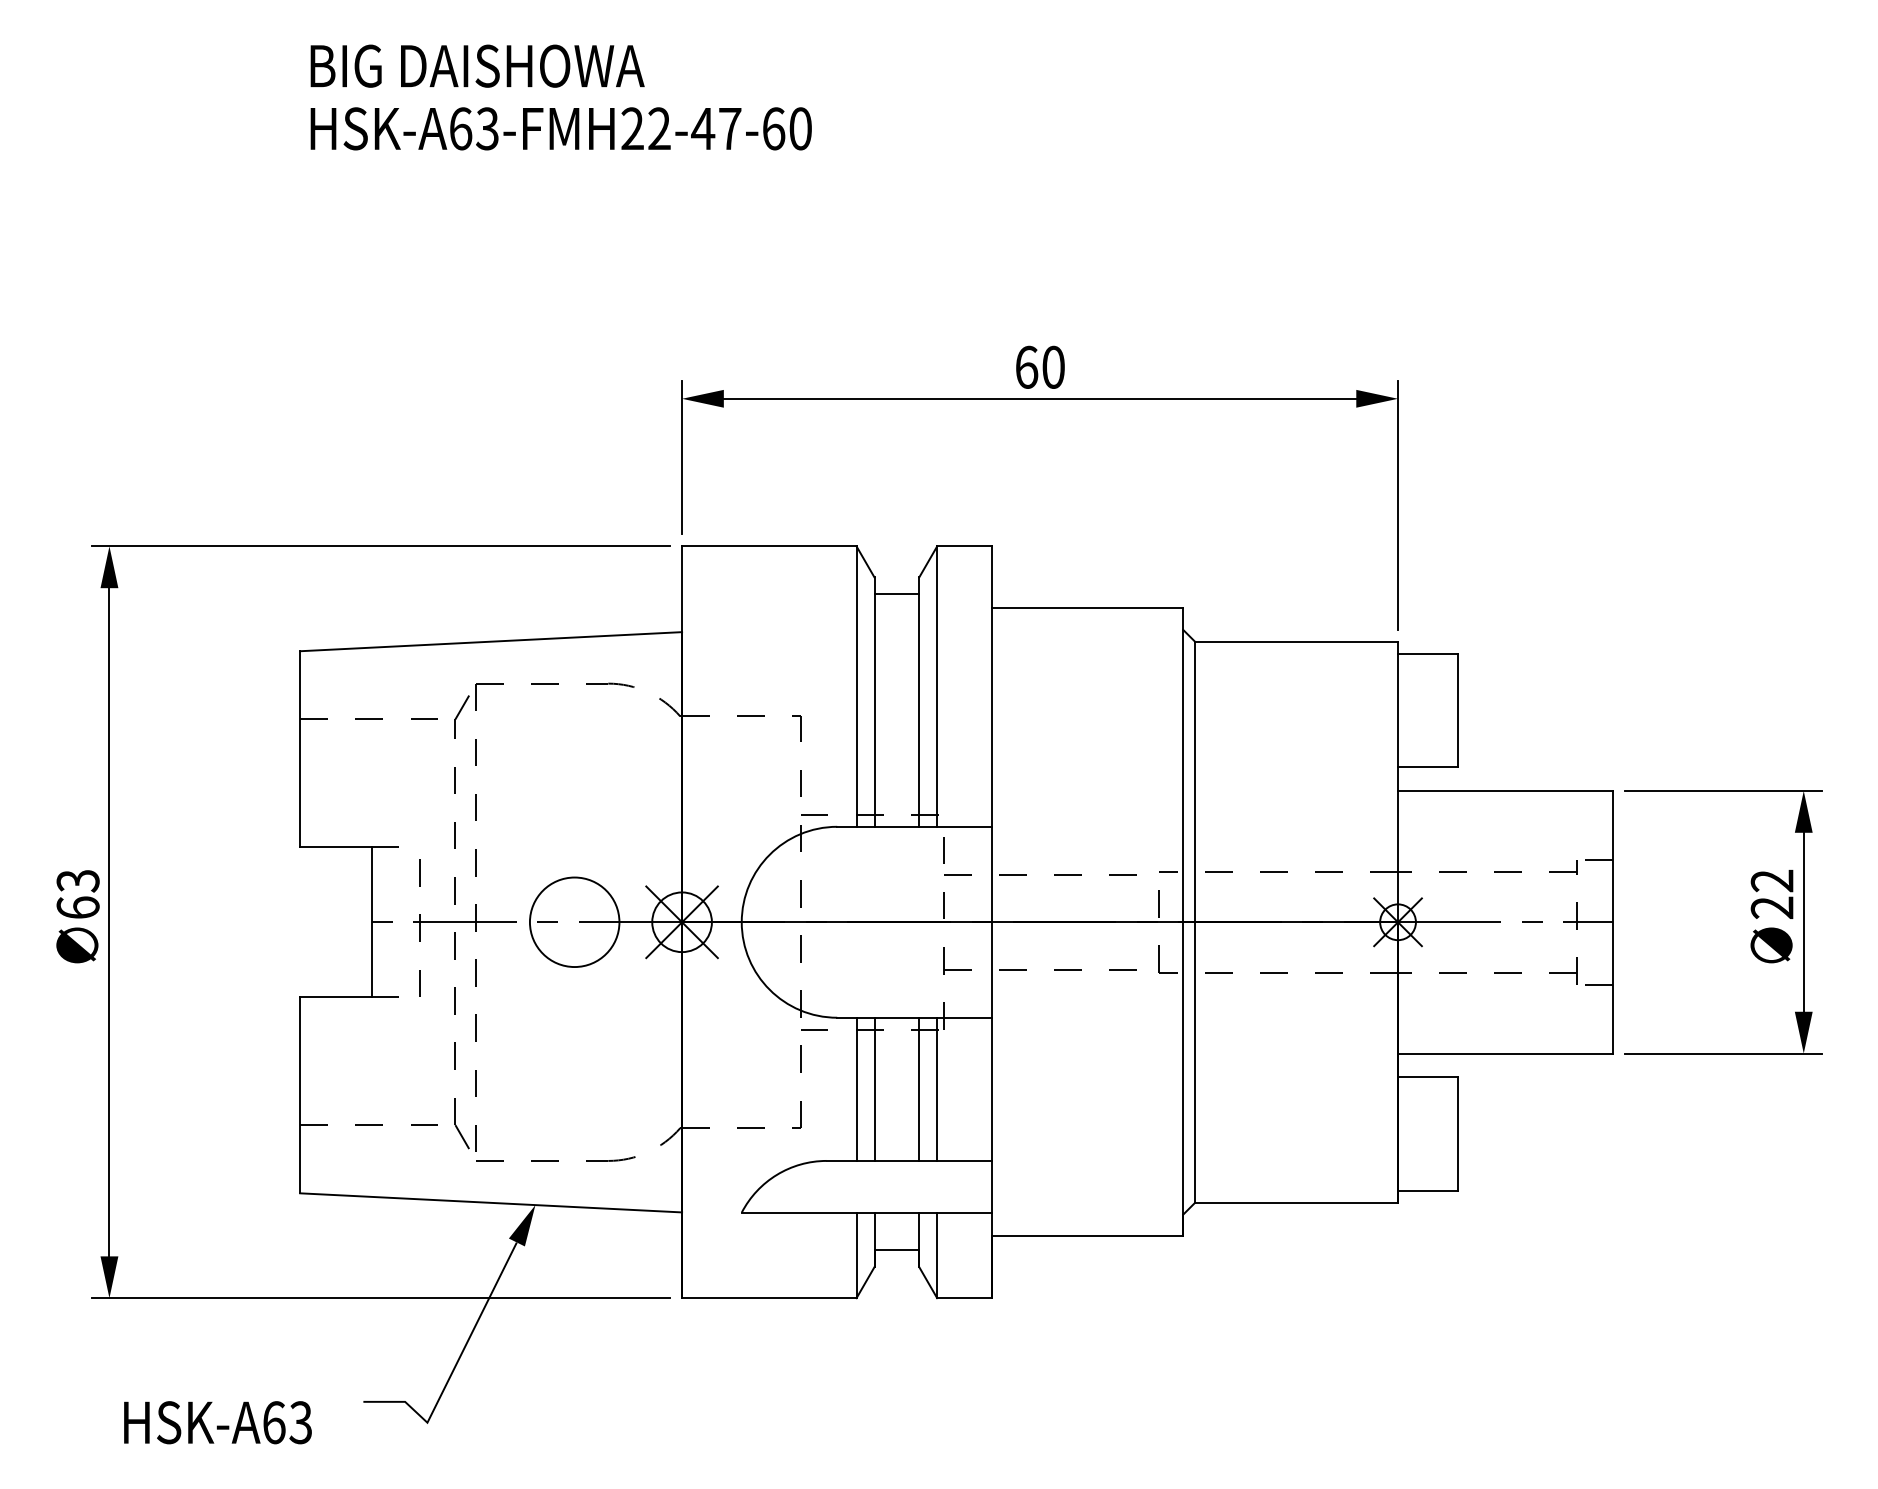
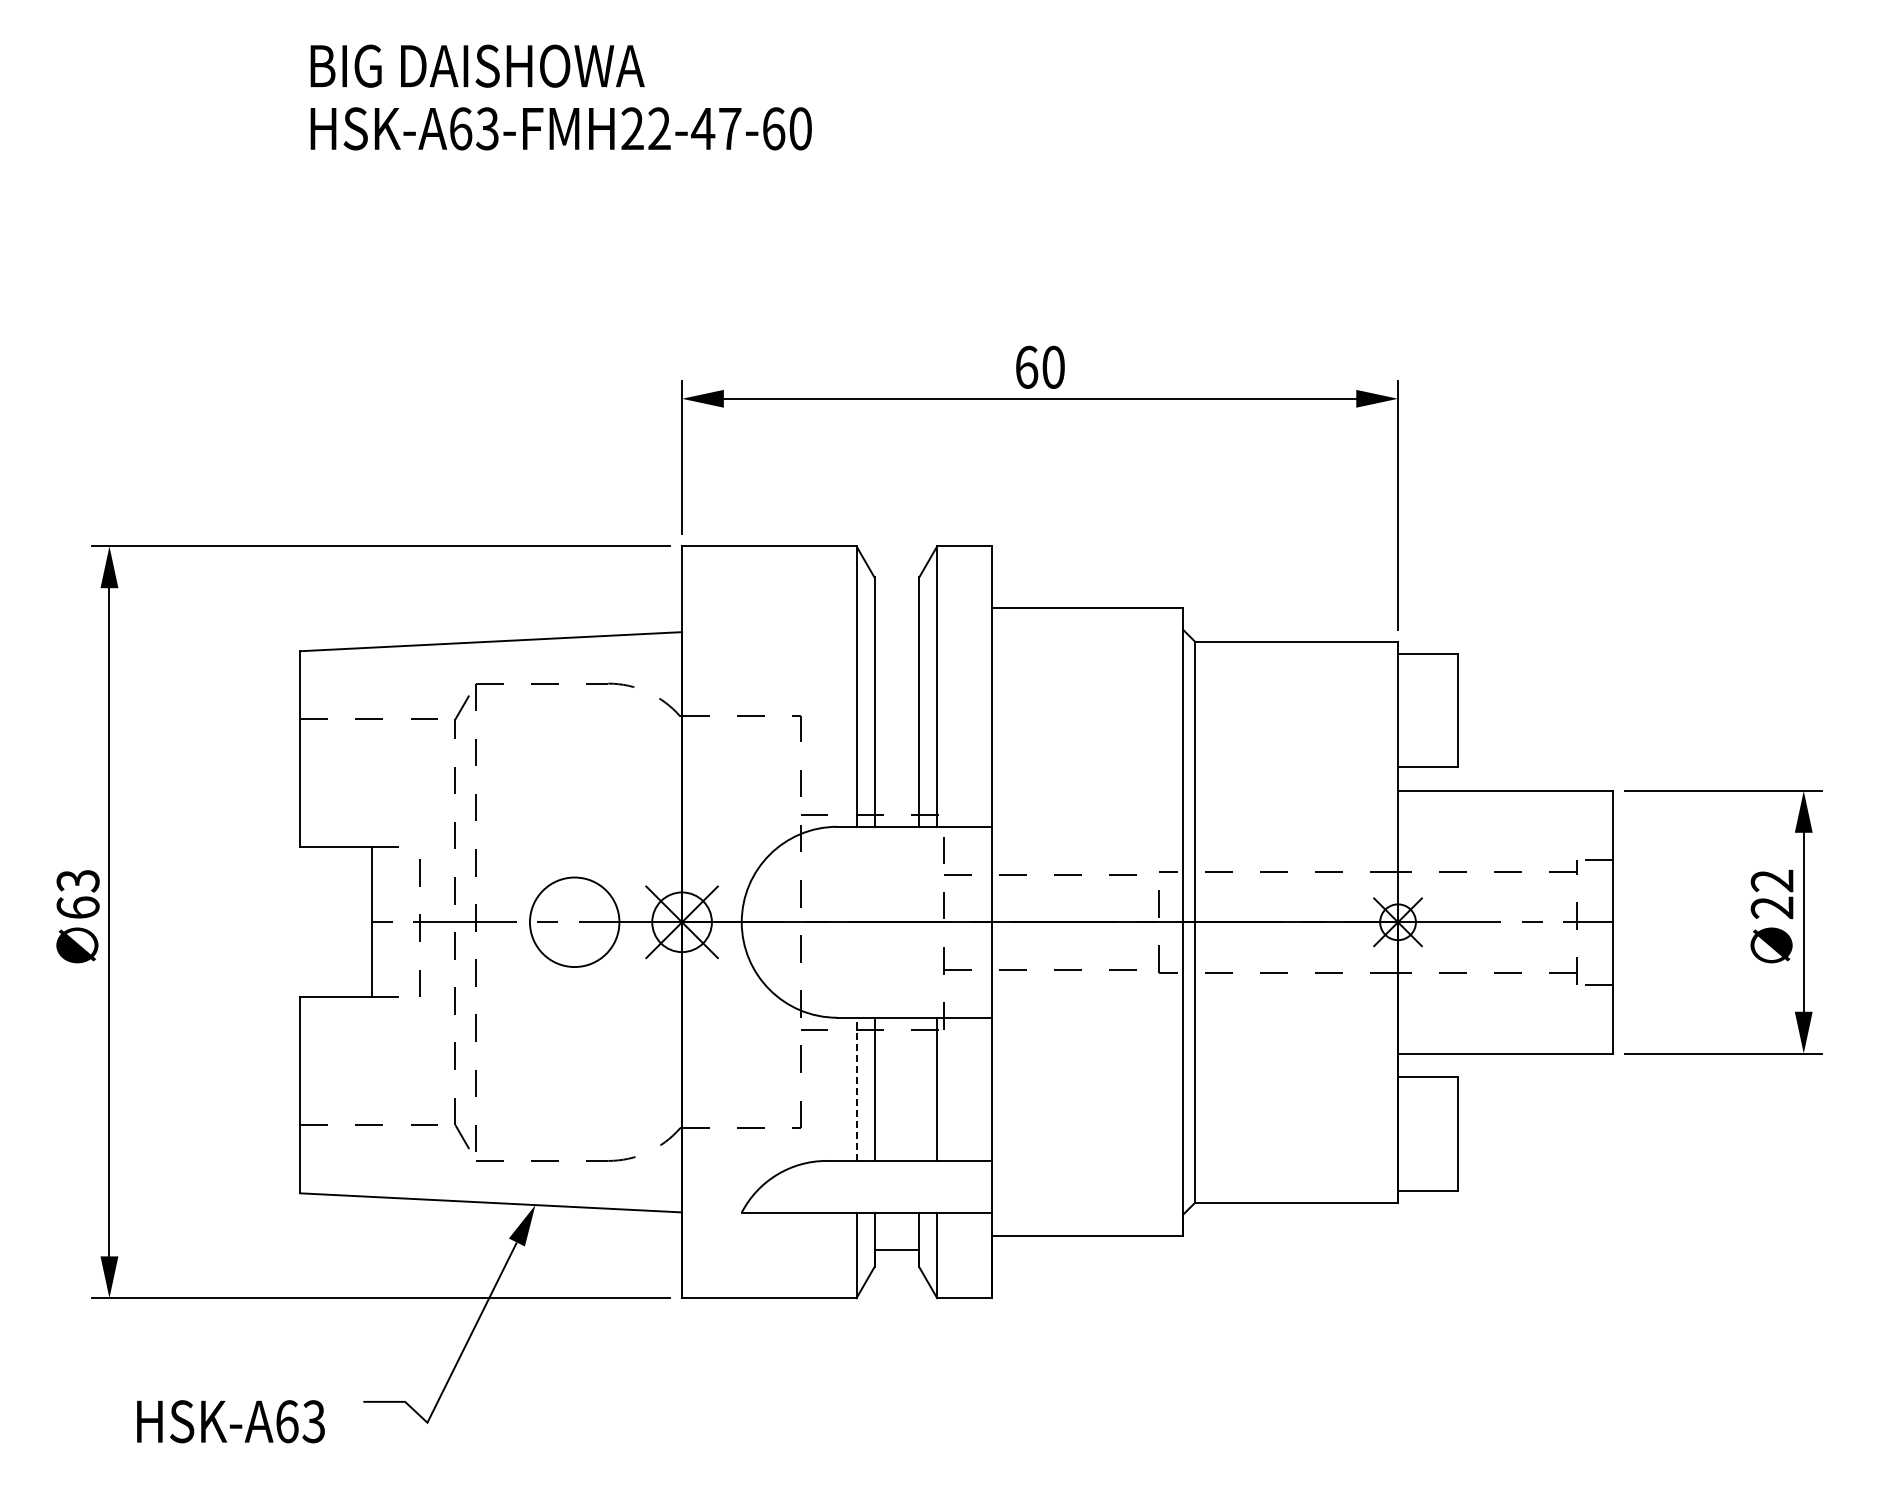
line at (896, 594): present -> none
line at (919, 1088): present -> none
line at (856, 1089): solid -> dashed
text at (217, 1422) position: (217, 1422) -> (230, 1421)
